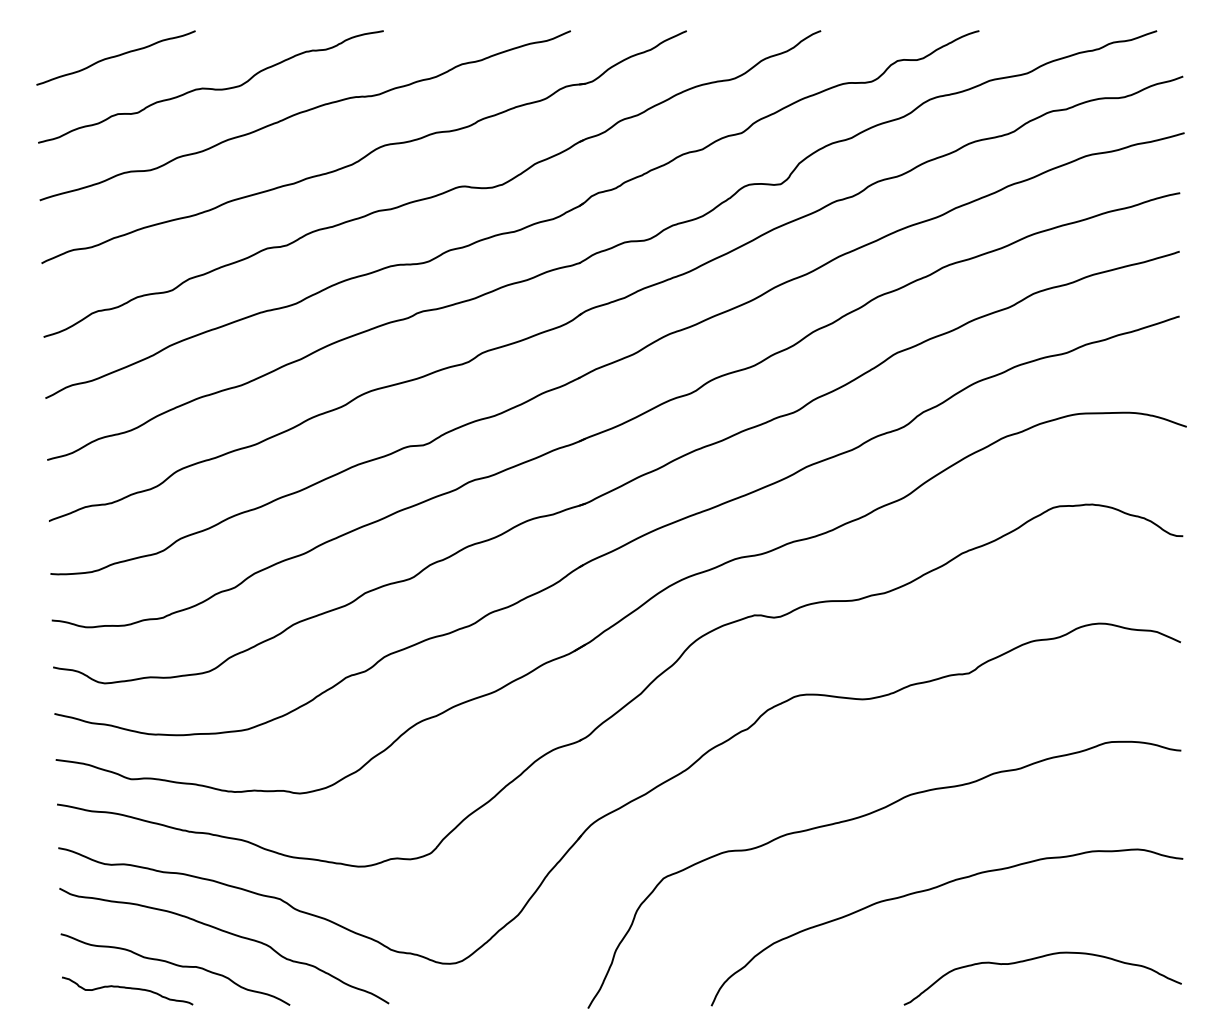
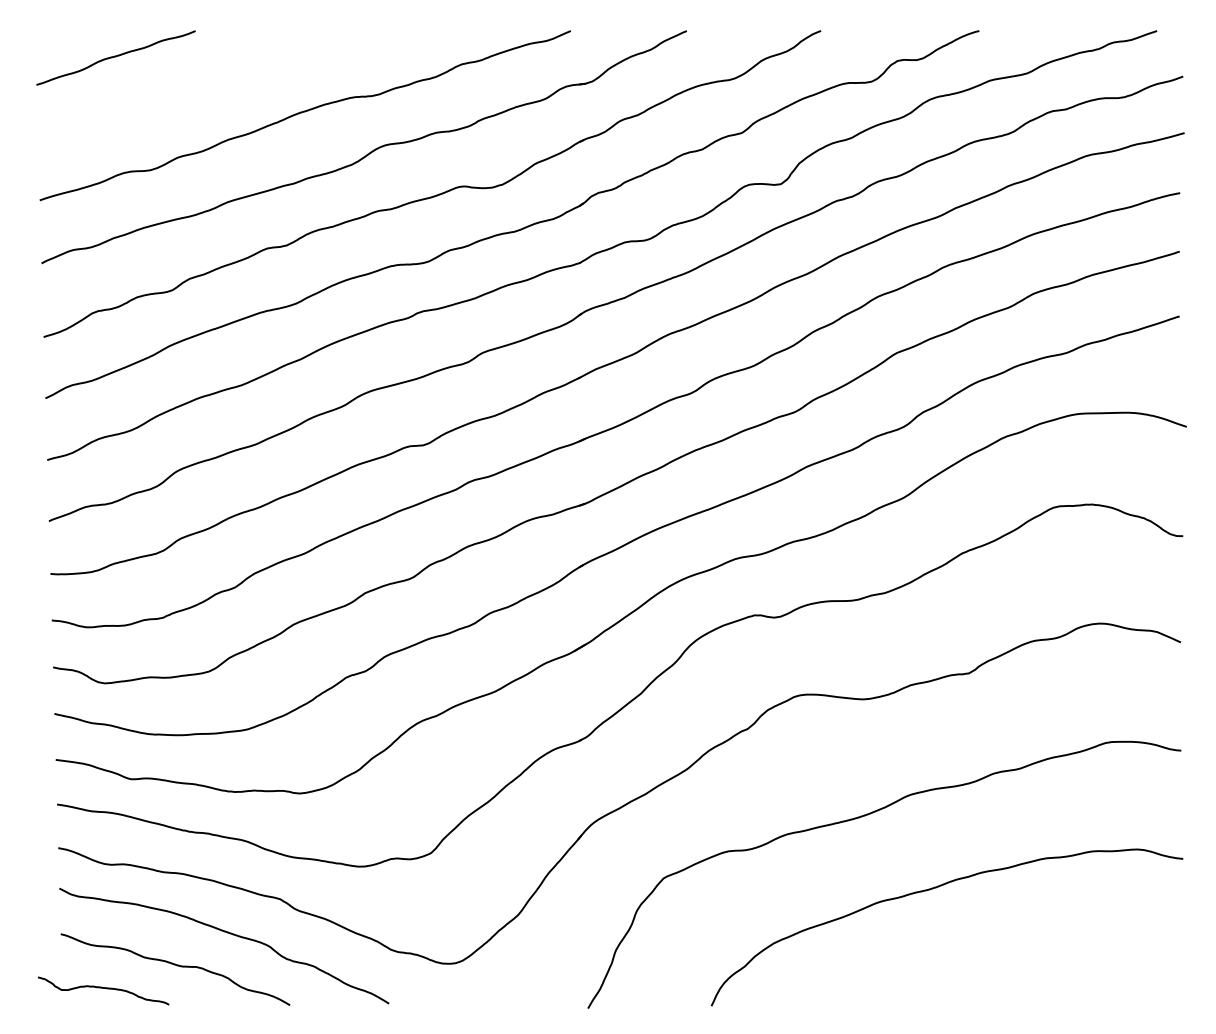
curve at (210, 88): present -> none
curve at (1039, 958): present -> none
curve at (127, 988) position: (127, 988) -> (103, 988)
